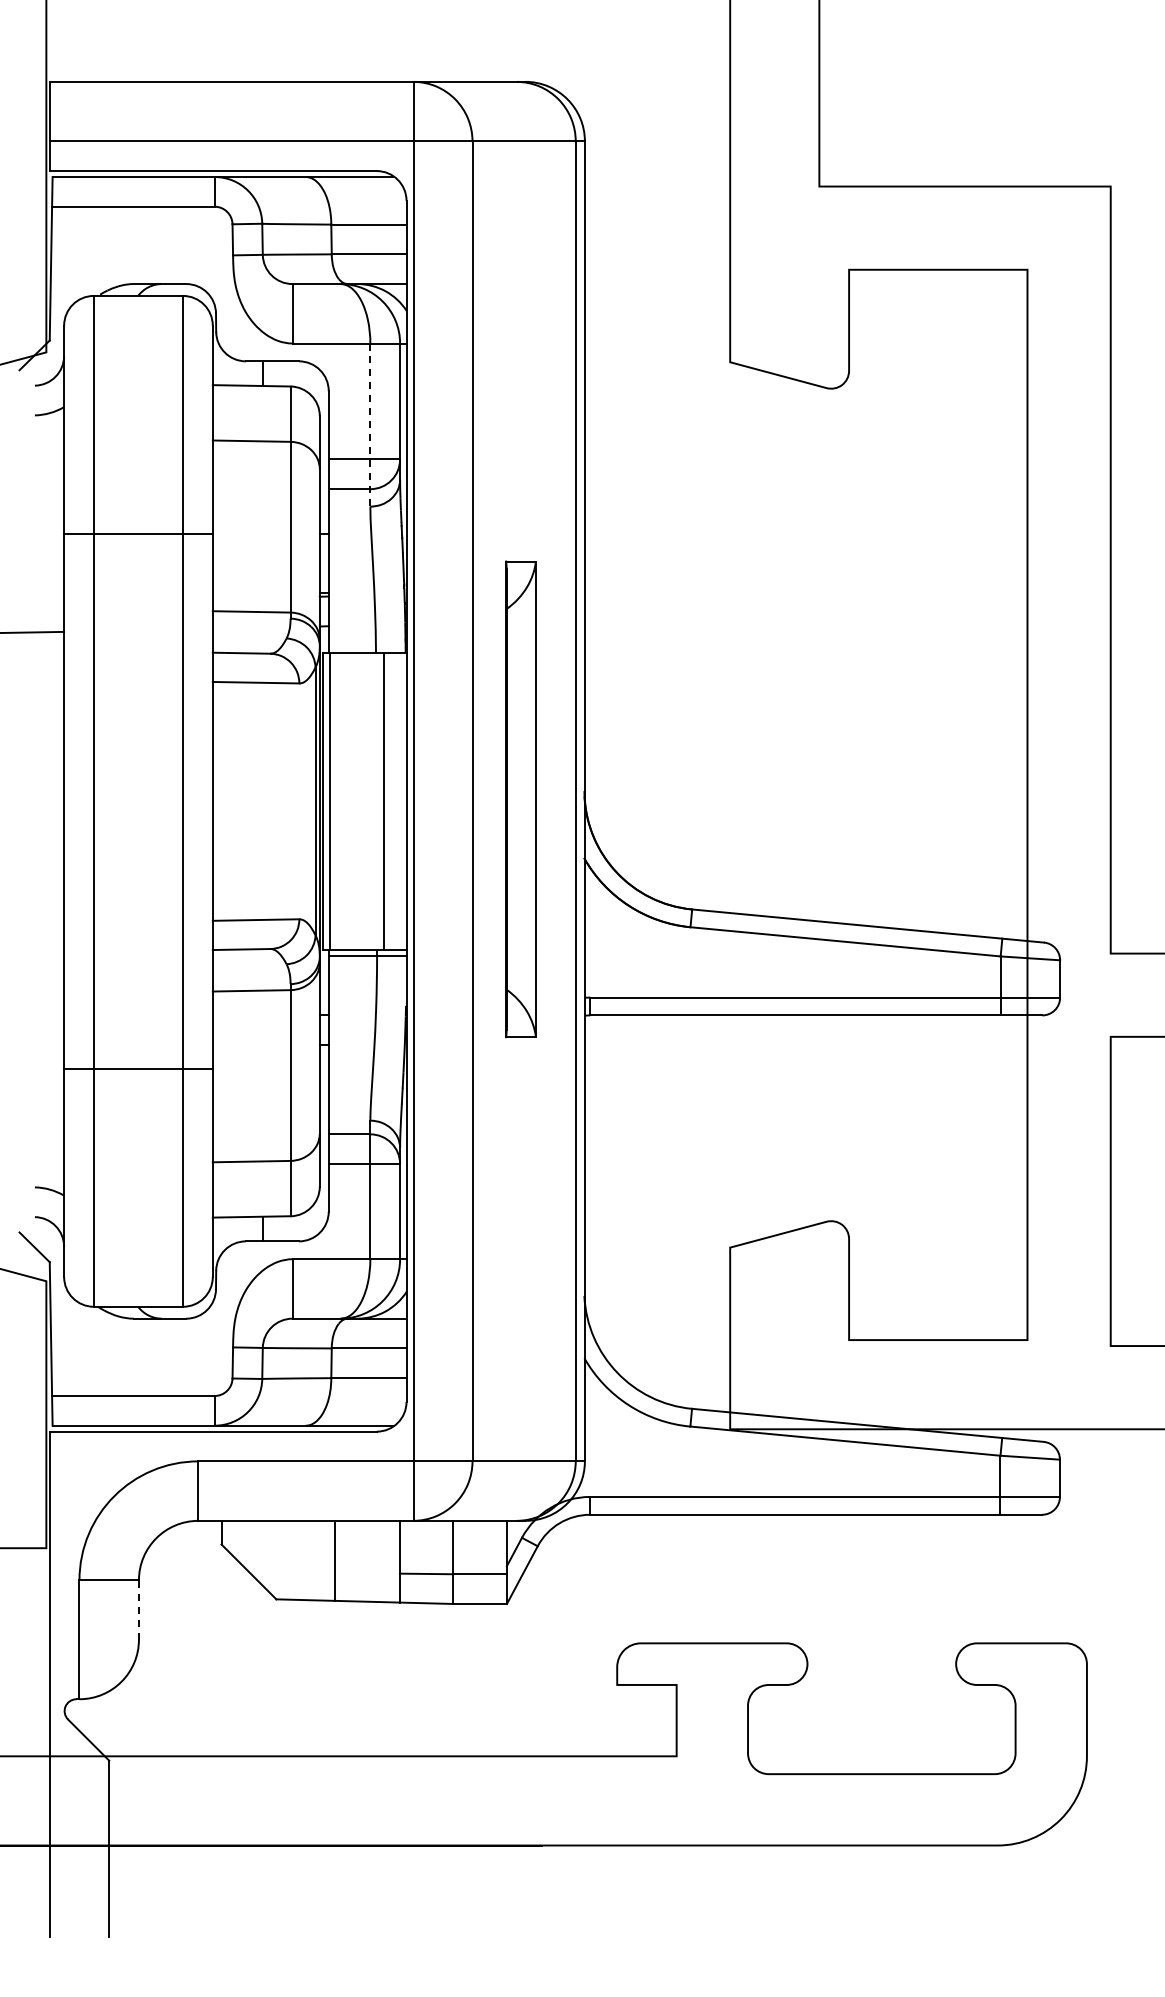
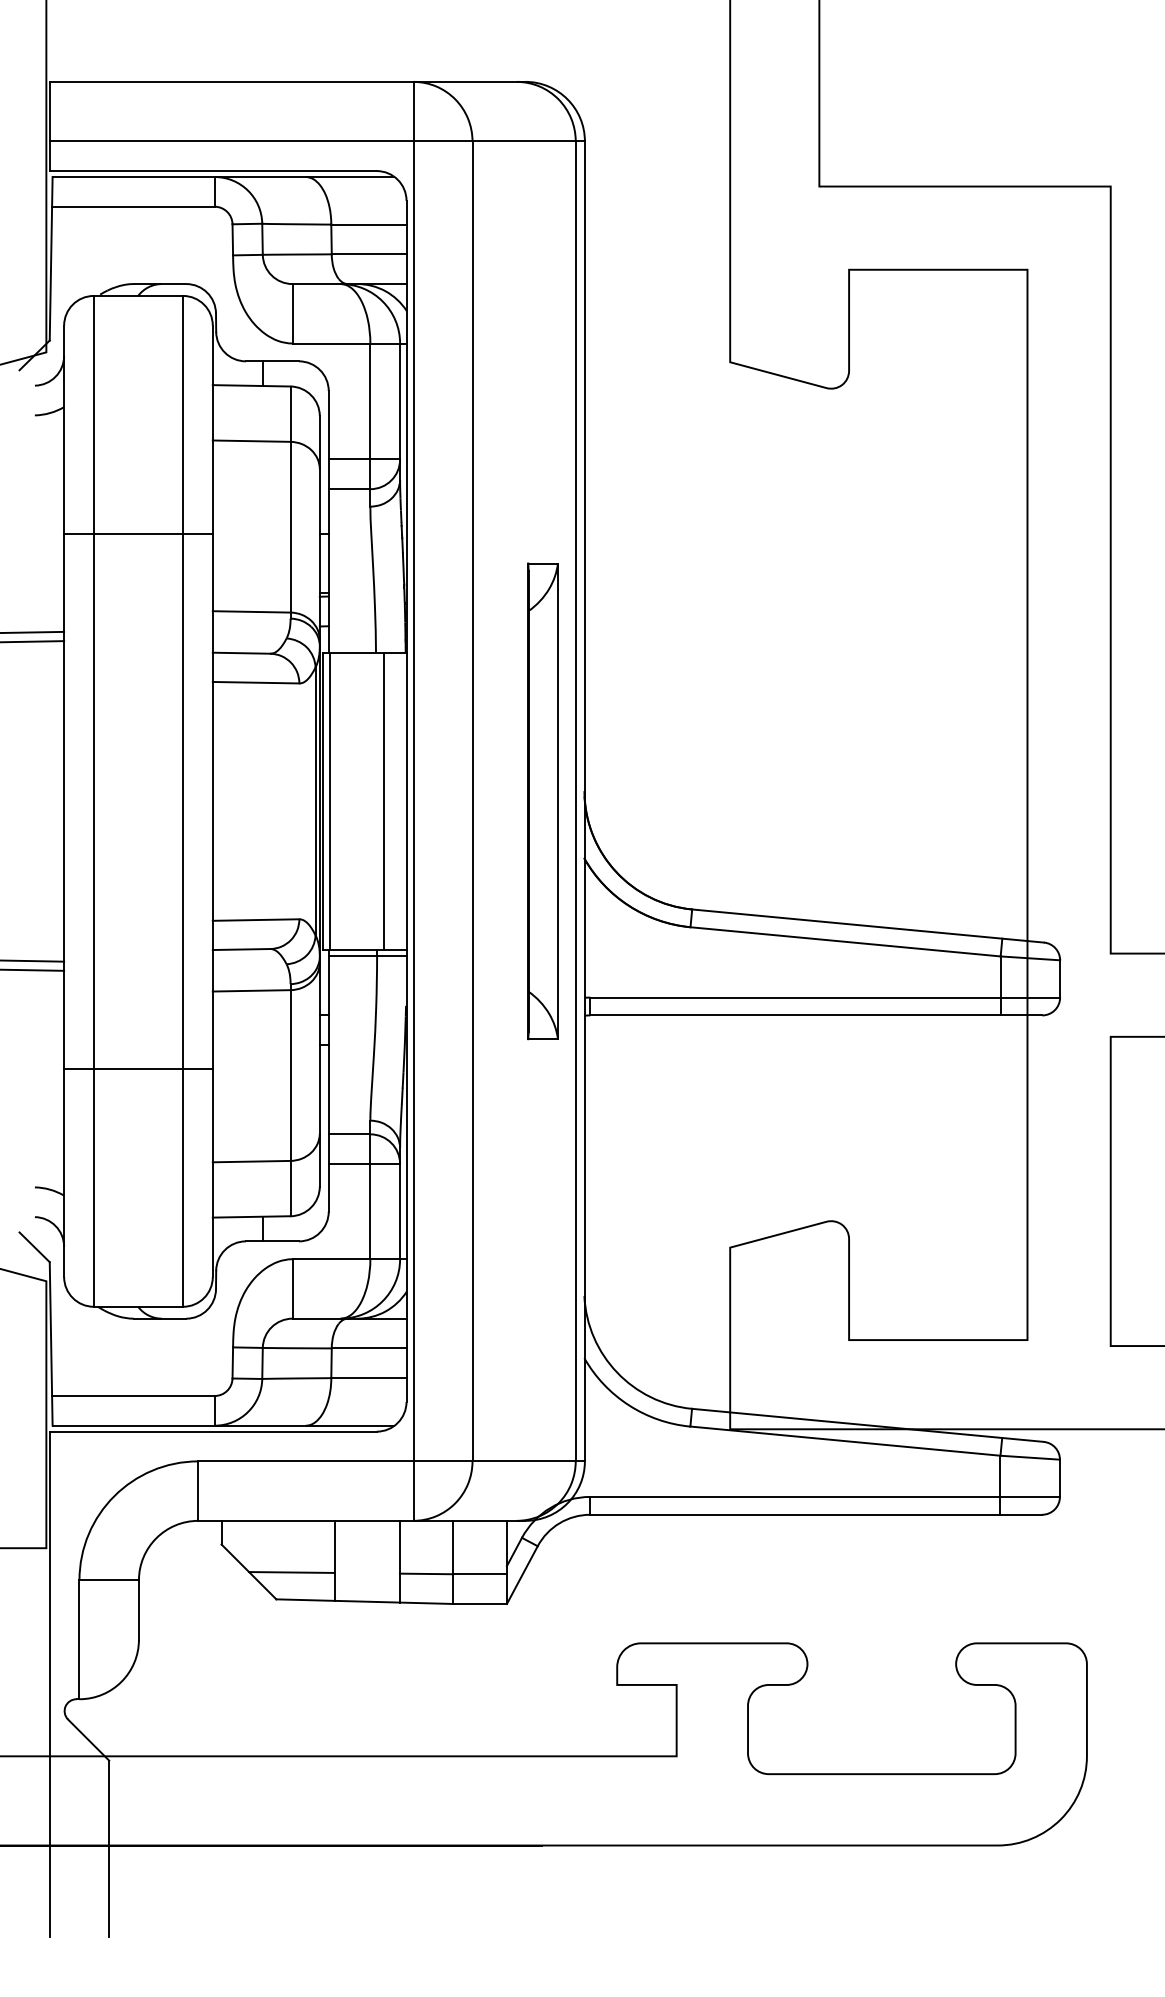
line at (370, 425): dashed -> solid
line at (33, 641): none -> present
part at (520, 799) position: (520, 799) -> (542, 801)
line at (33, 960): none -> present
line at (33, 969): none -> present
line at (291, 1572): none -> present
line at (138, 1610): dashed -> solid
